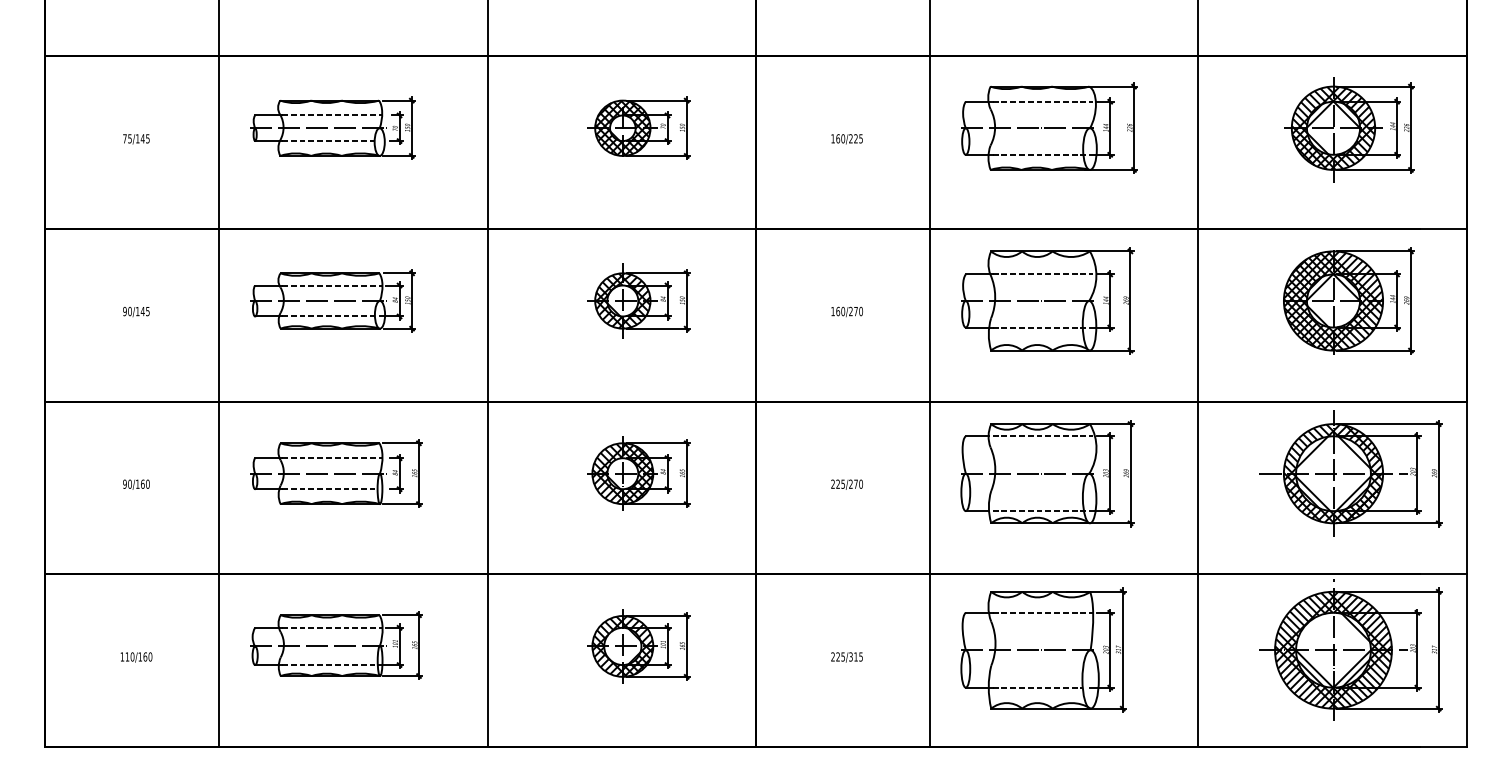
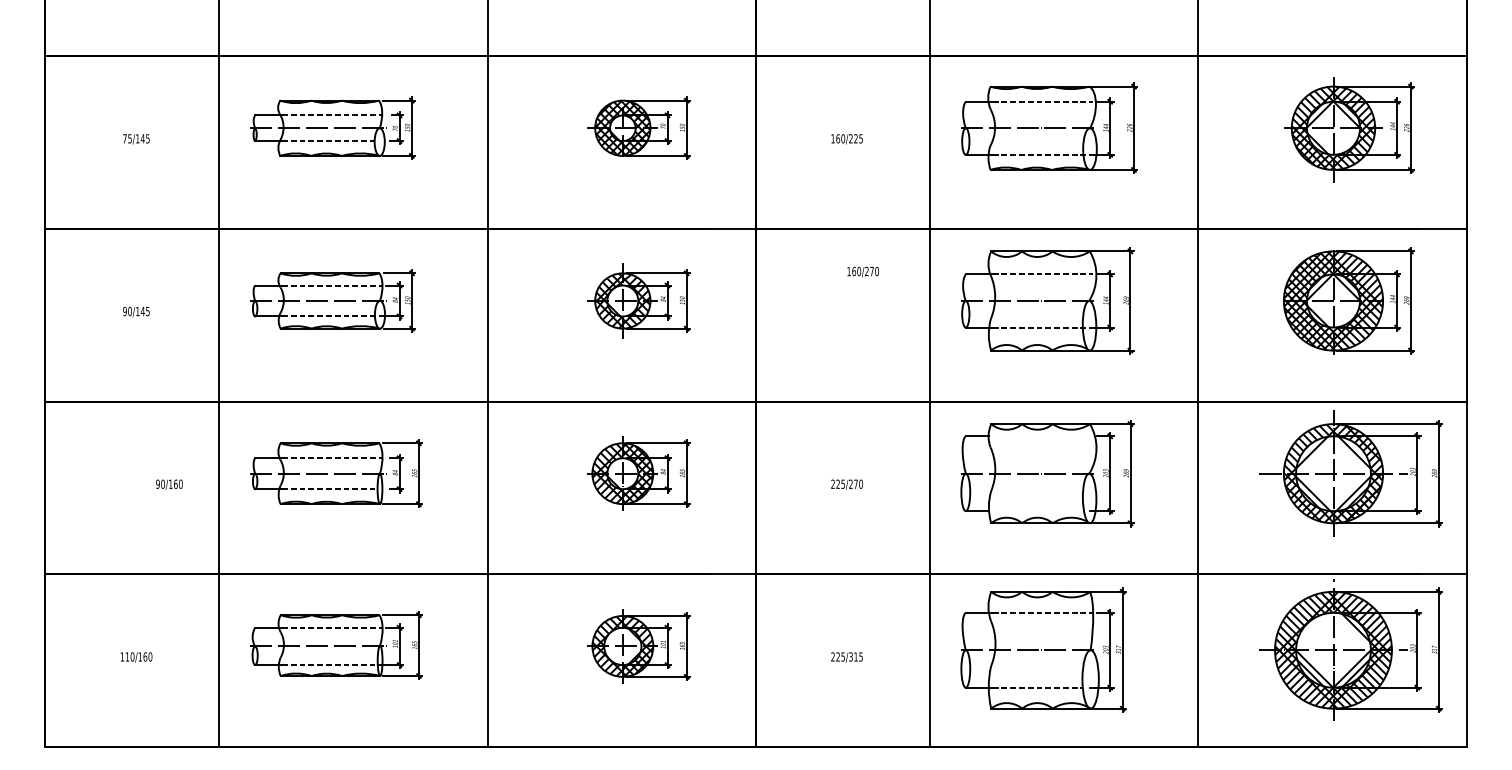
text at (846, 311) position: (846, 311) -> (862, 271)
line at (1042, 436): present -> none
text at (136, 484) position: (136, 484) -> (169, 484)
line at (1039, 511): present -> none
